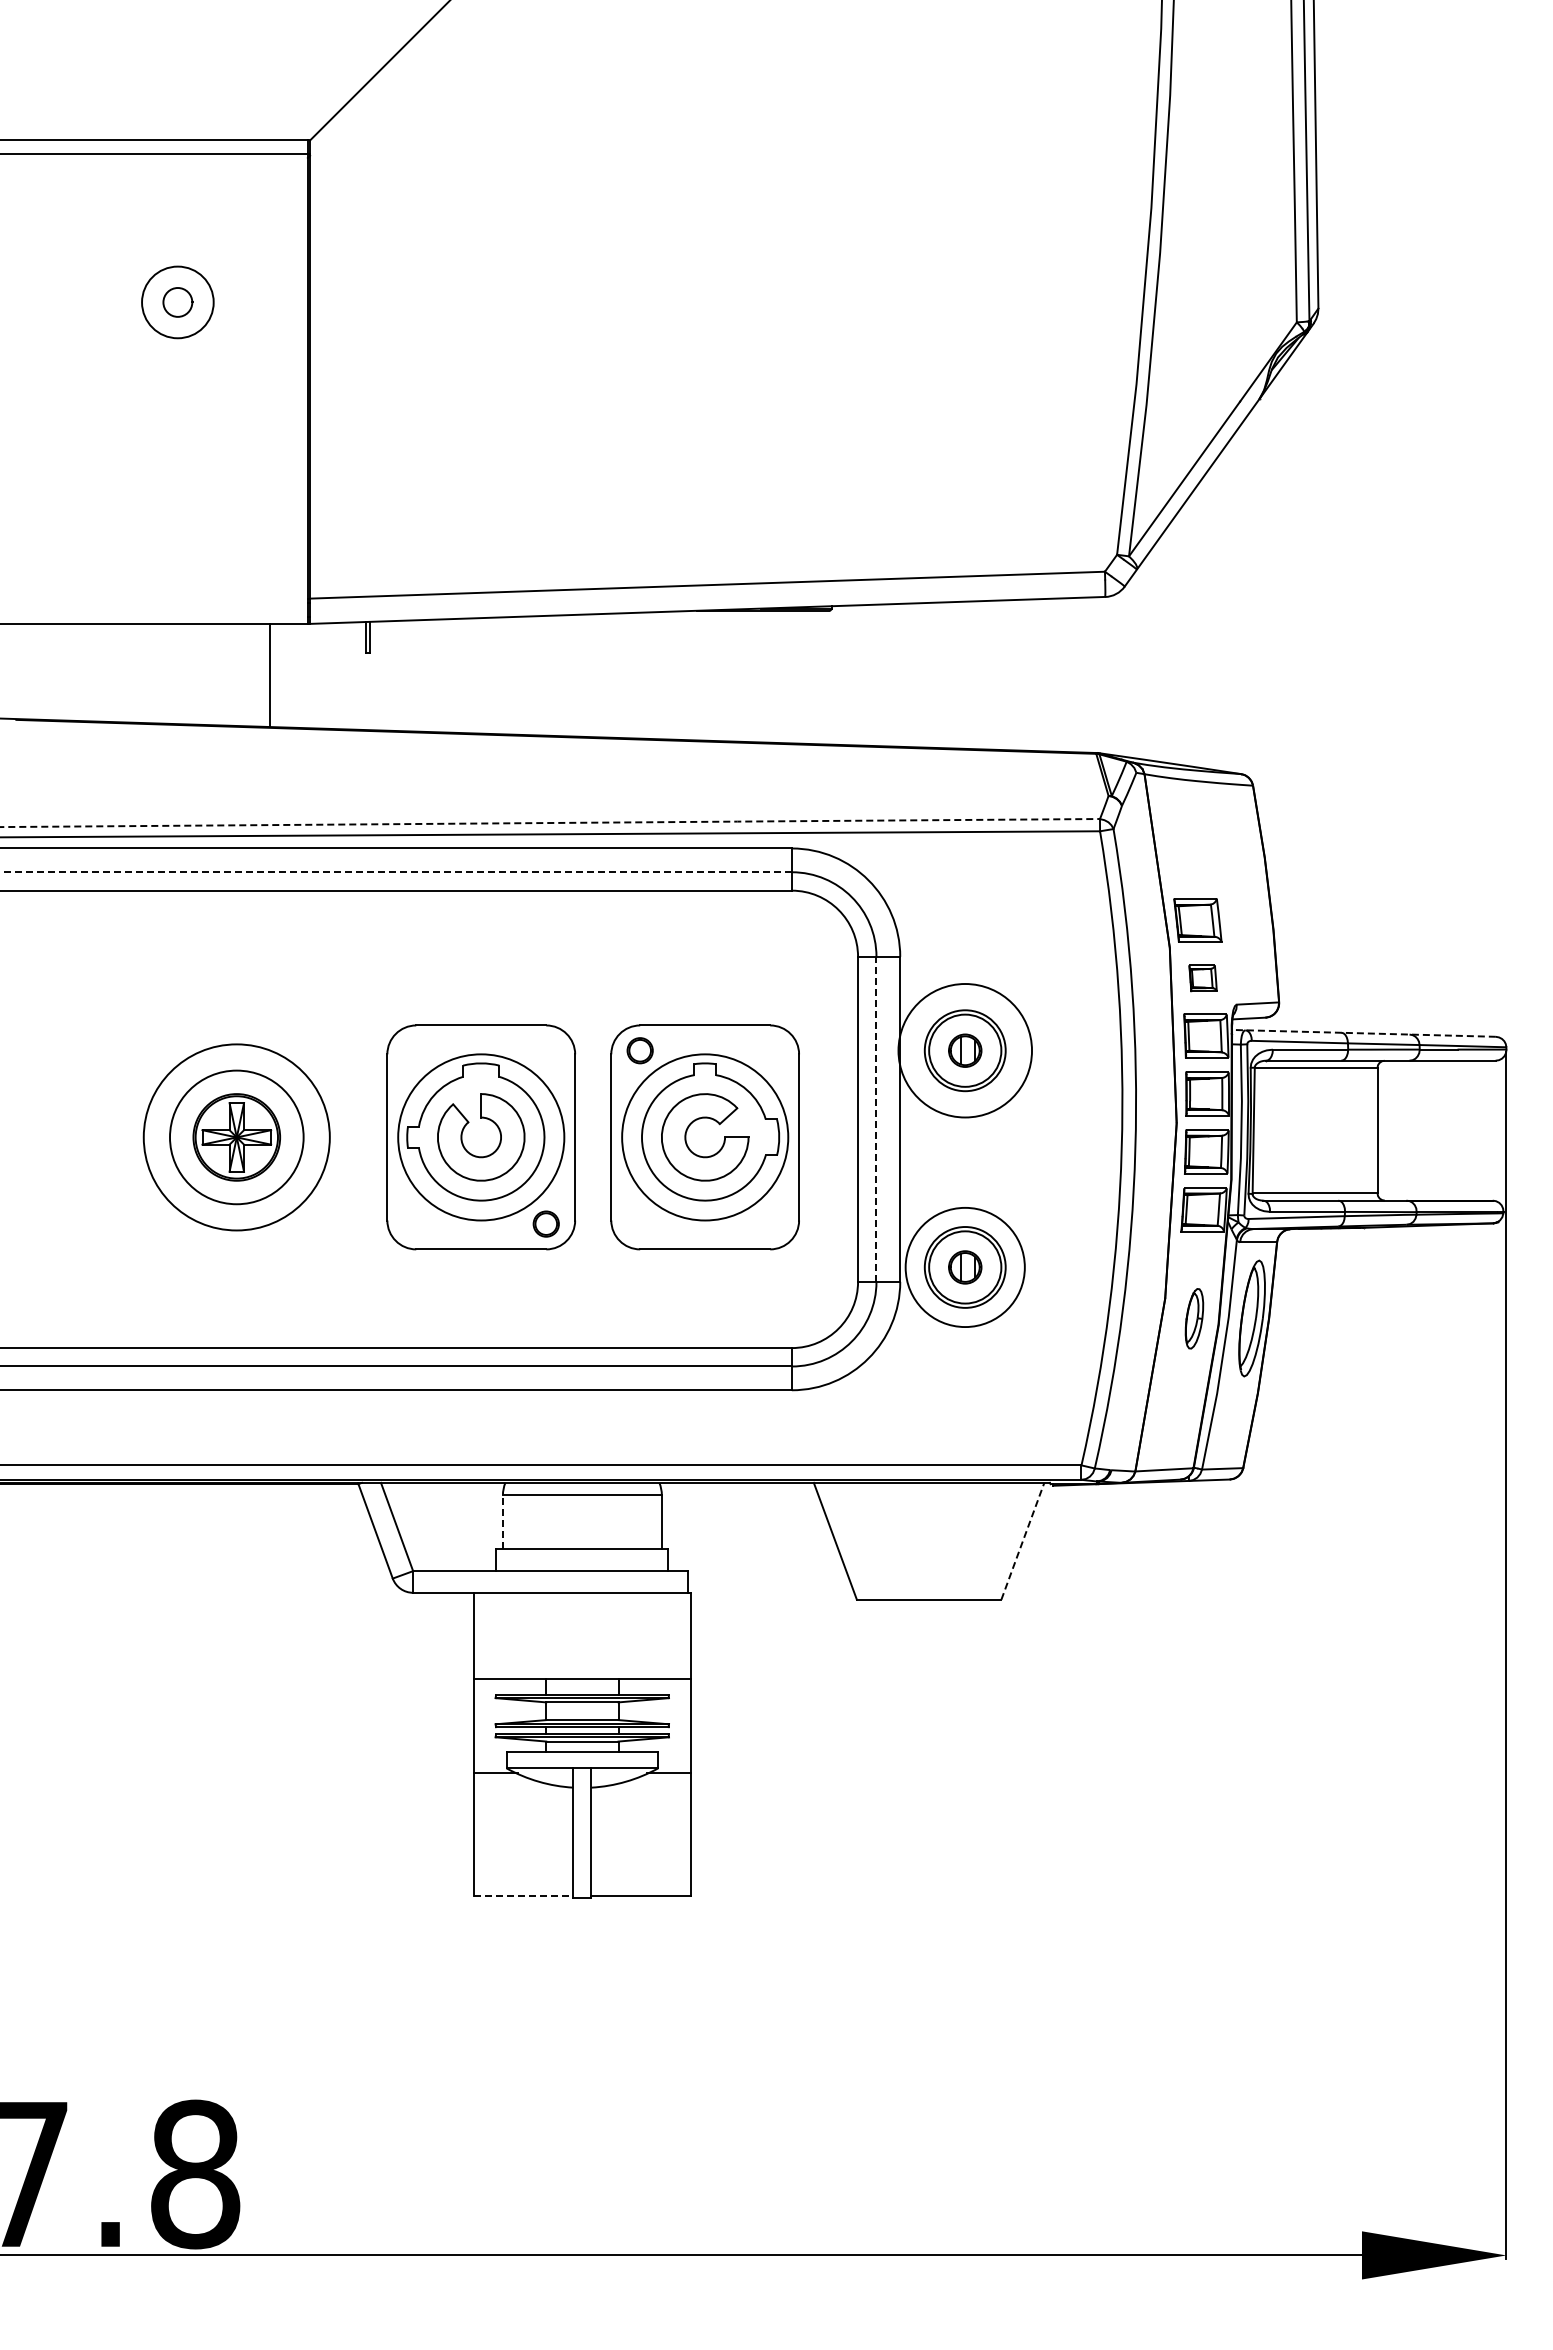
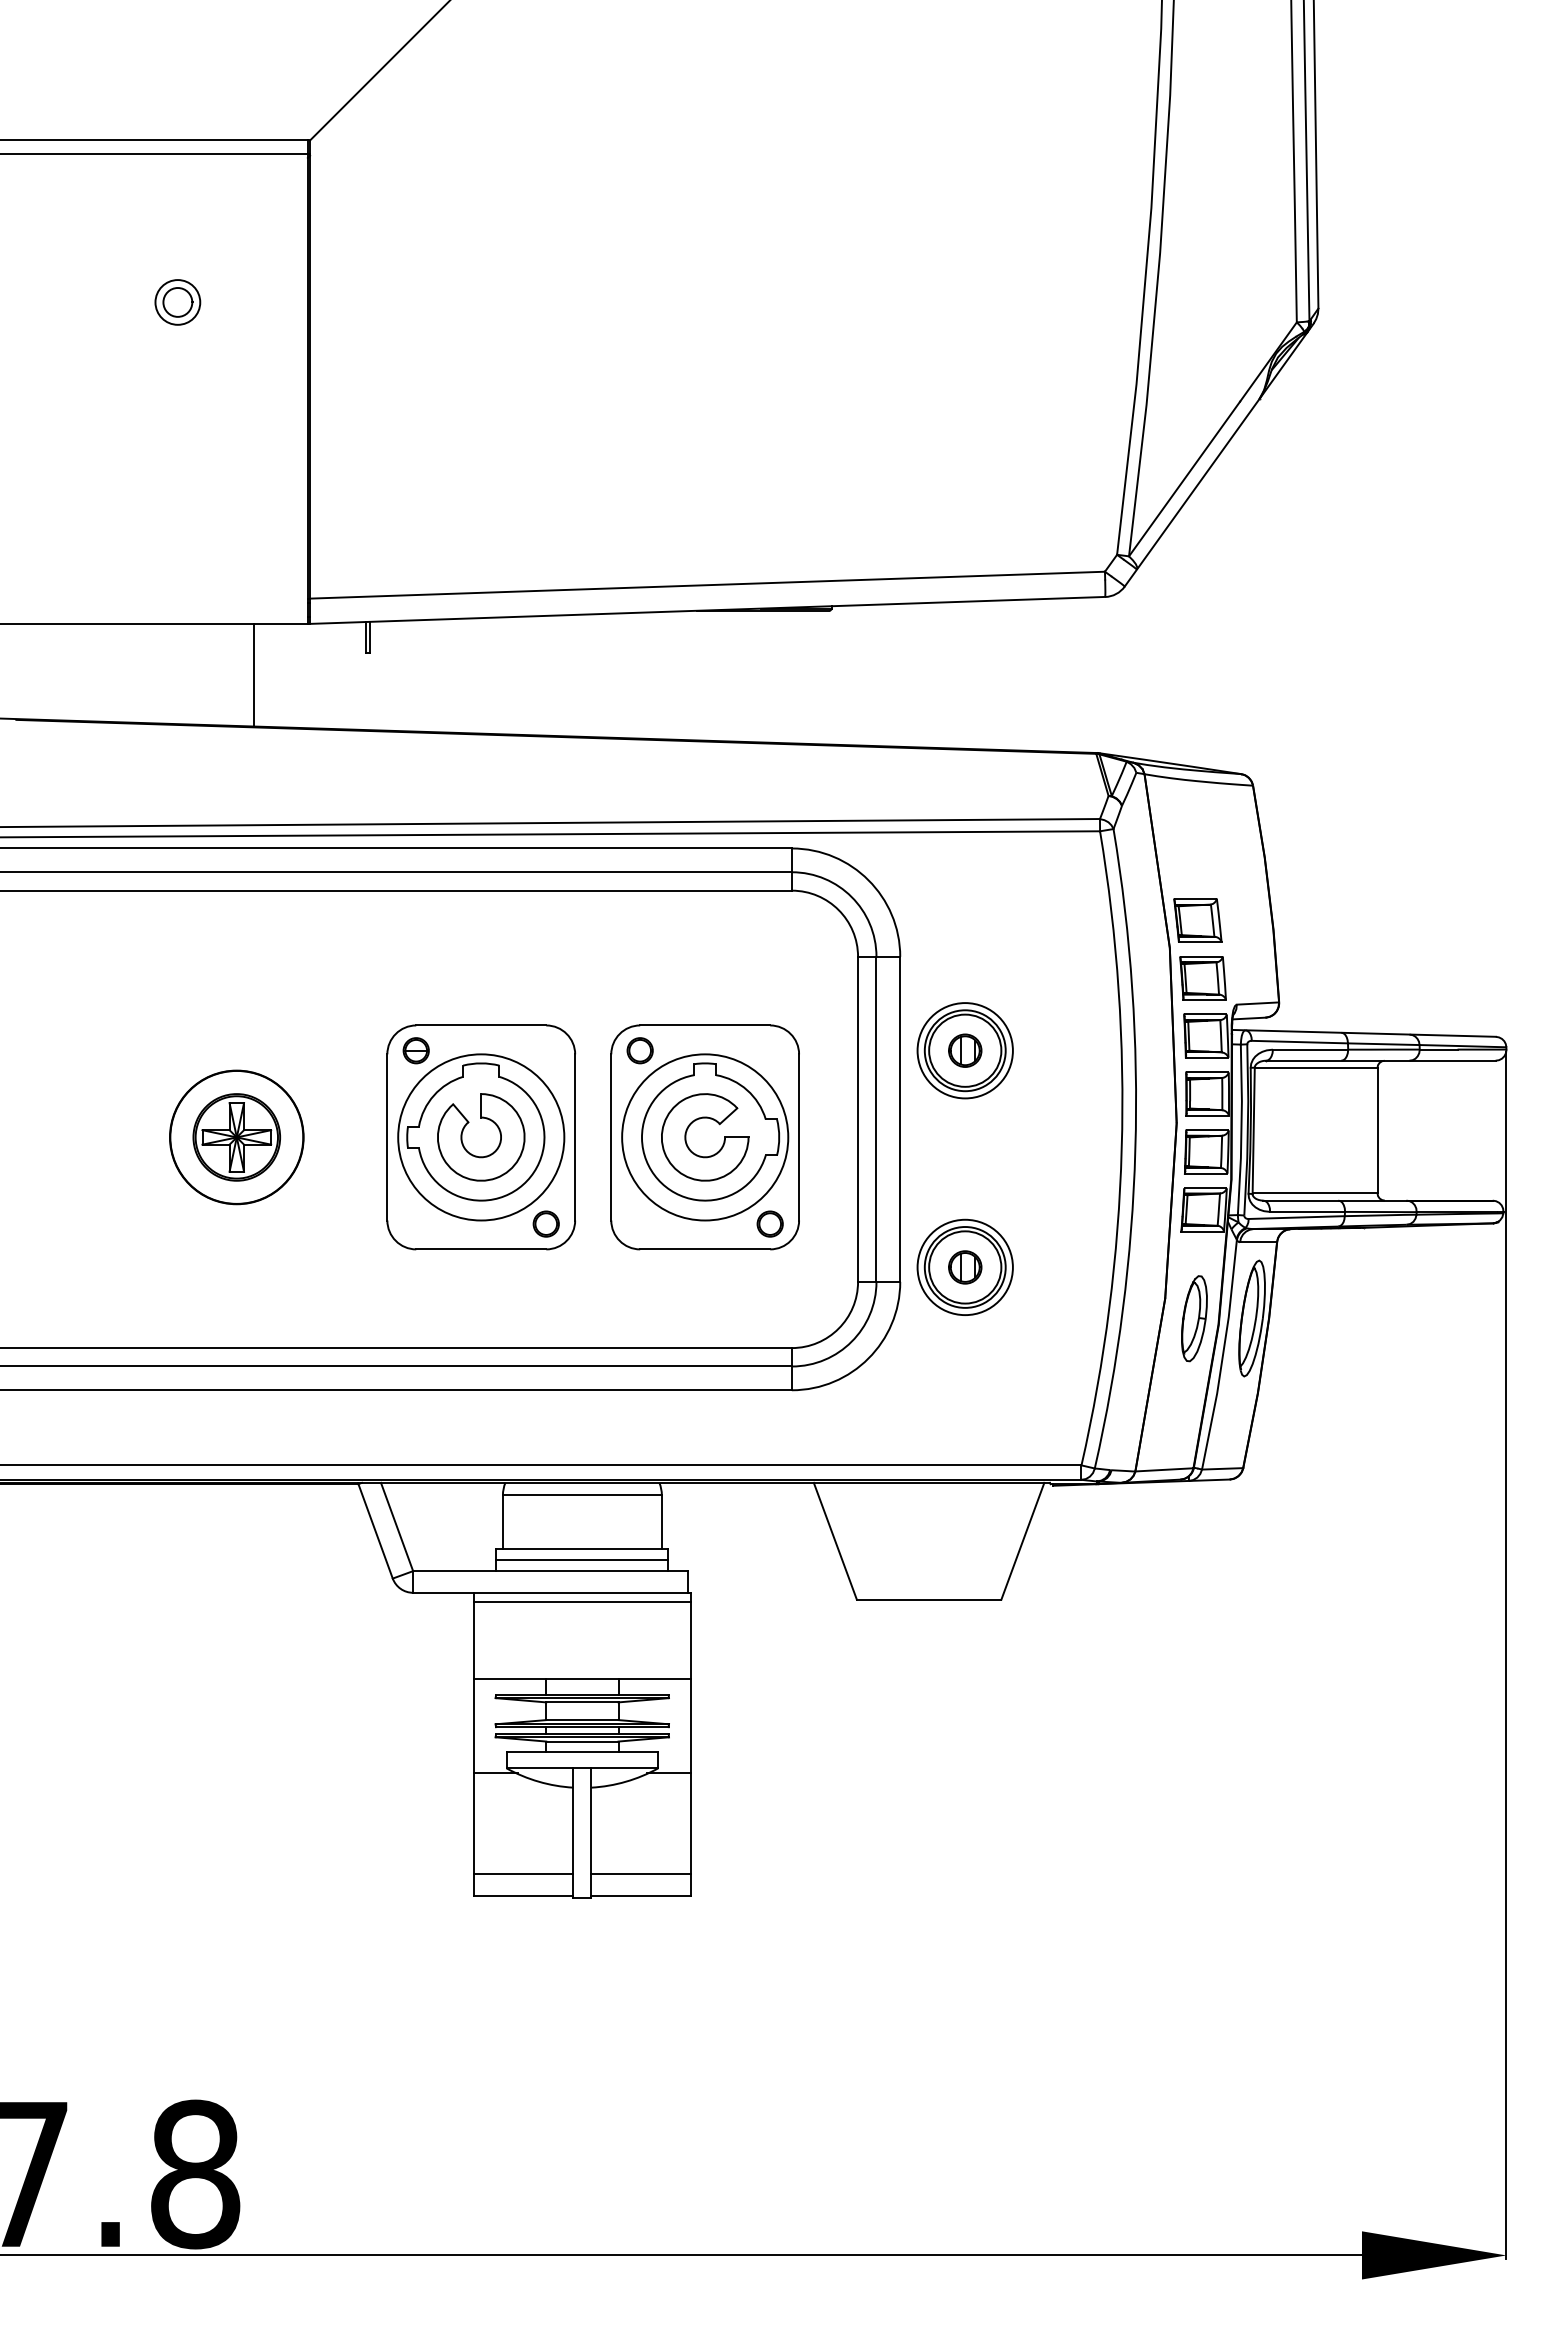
circle at (177, 302) diameter: 72 px -> 45 px
line at (269, 674) position: (269, 674) -> (253, 674)
line at (550, 823): dashed -> solid
line at (396, 872): dashed -> solid
part at (1202, 978) size: 30x29 px -> 48x45 px
line at (1363, 1033): dashed -> solid
part at (415, 1050): none -> present
circle at (965, 1050) diameter: 133 px -> 95 px
line at (876, 1119): dashed -> solid
circle at (236, 1137) diameter: 186 px -> 133 px
part at (769, 1223): none -> present
circle at (964, 1267) diameter: 119 px -> 95 px
part at (1194, 1318) size: 21x62 px -> 27x88 px
line at (502, 1521): dashed -> solid
line at (1023, 1540): dashed -> solid
line at (582, 1560): none -> present
line at (582, 1601): none -> present
line at (523, 1873): none -> present
line at (640, 1873): none -> present
line at (523, 1896): dashed -> solid
